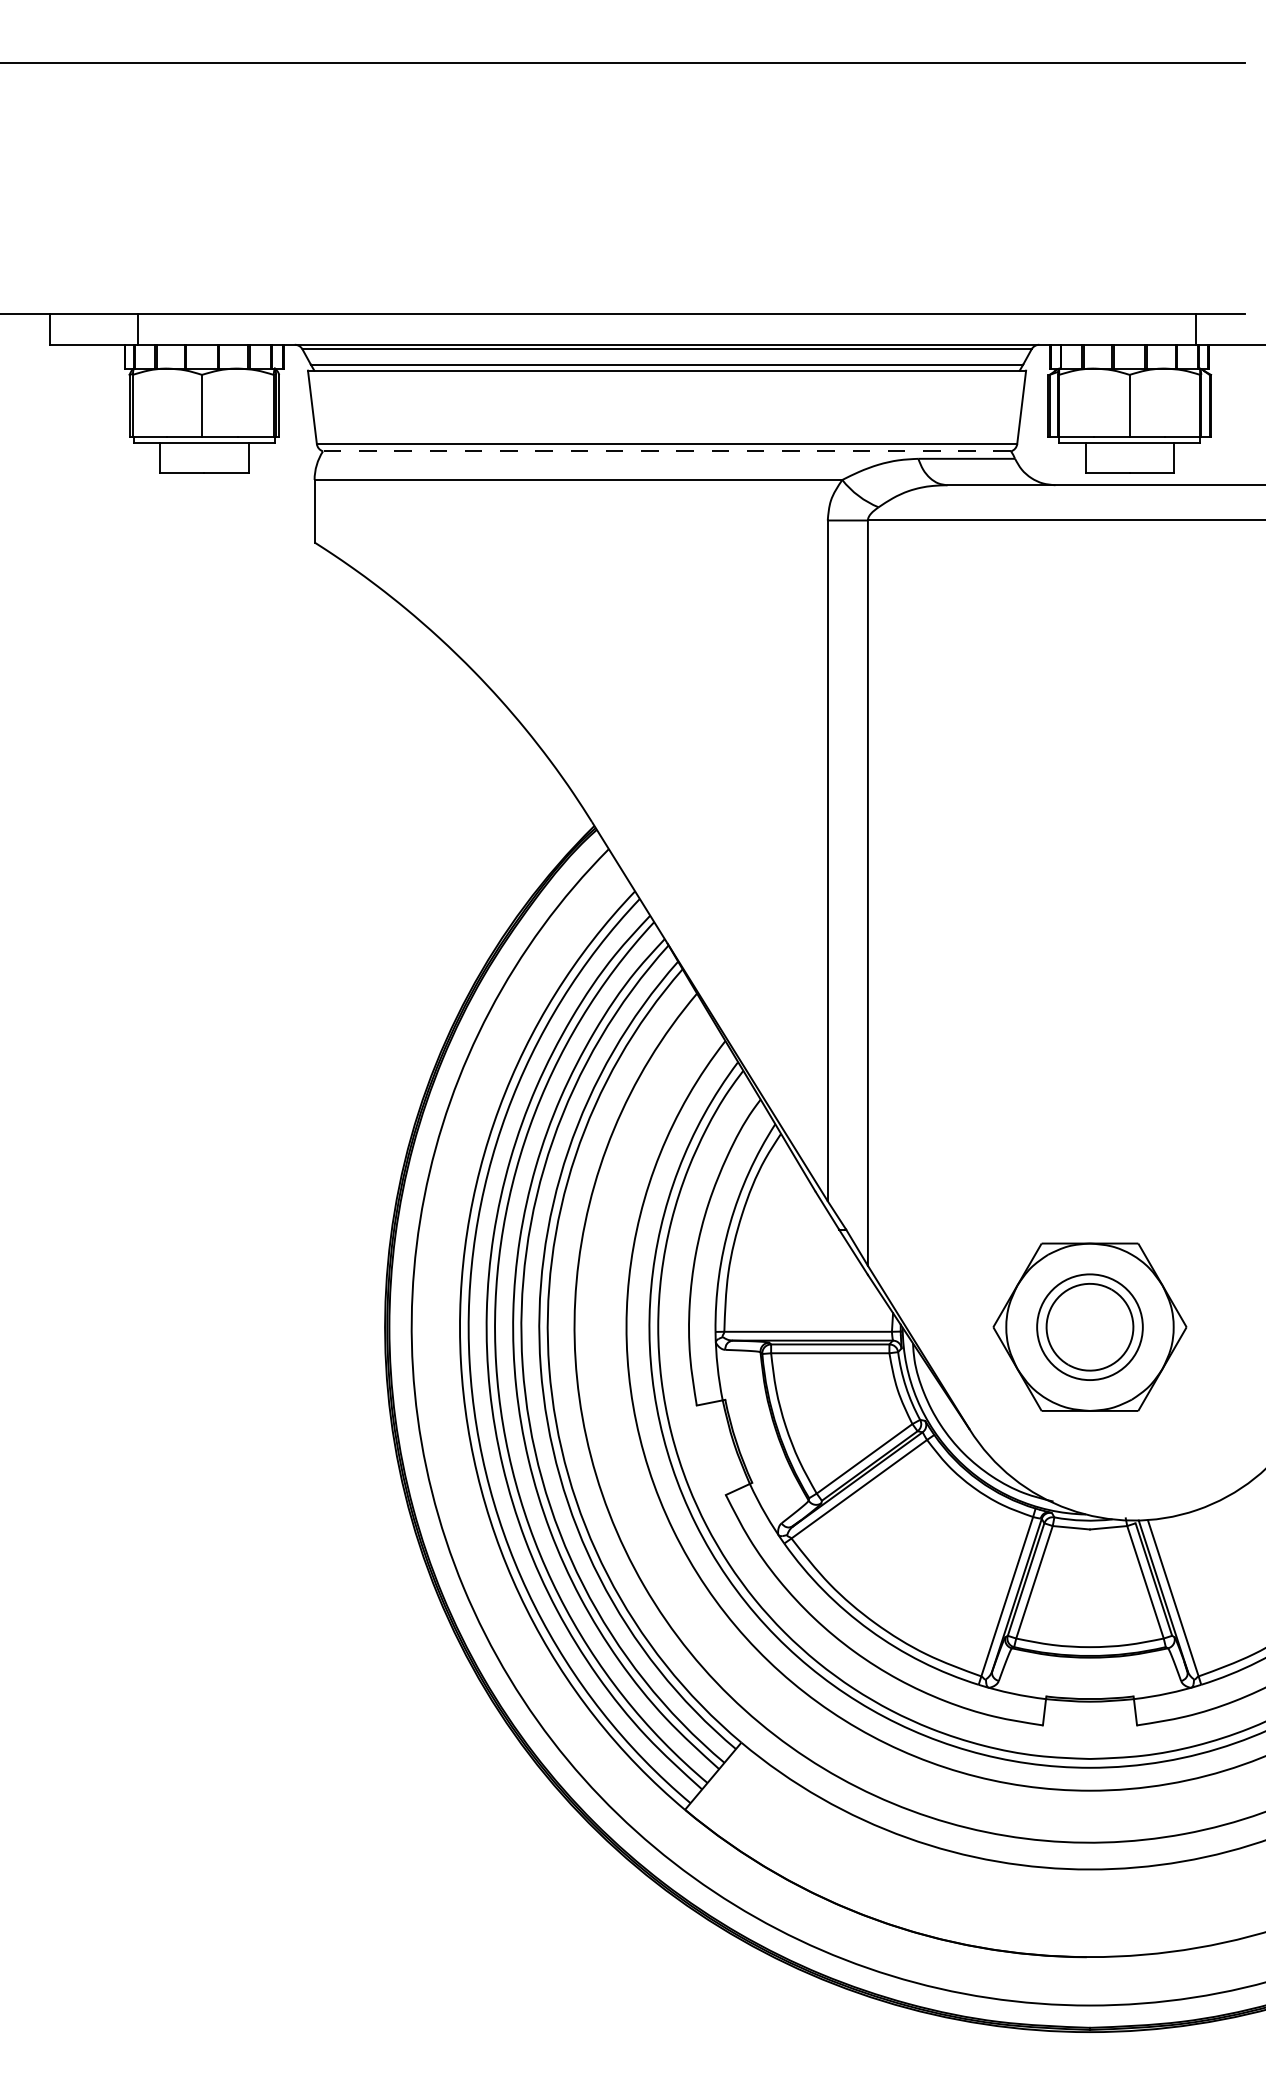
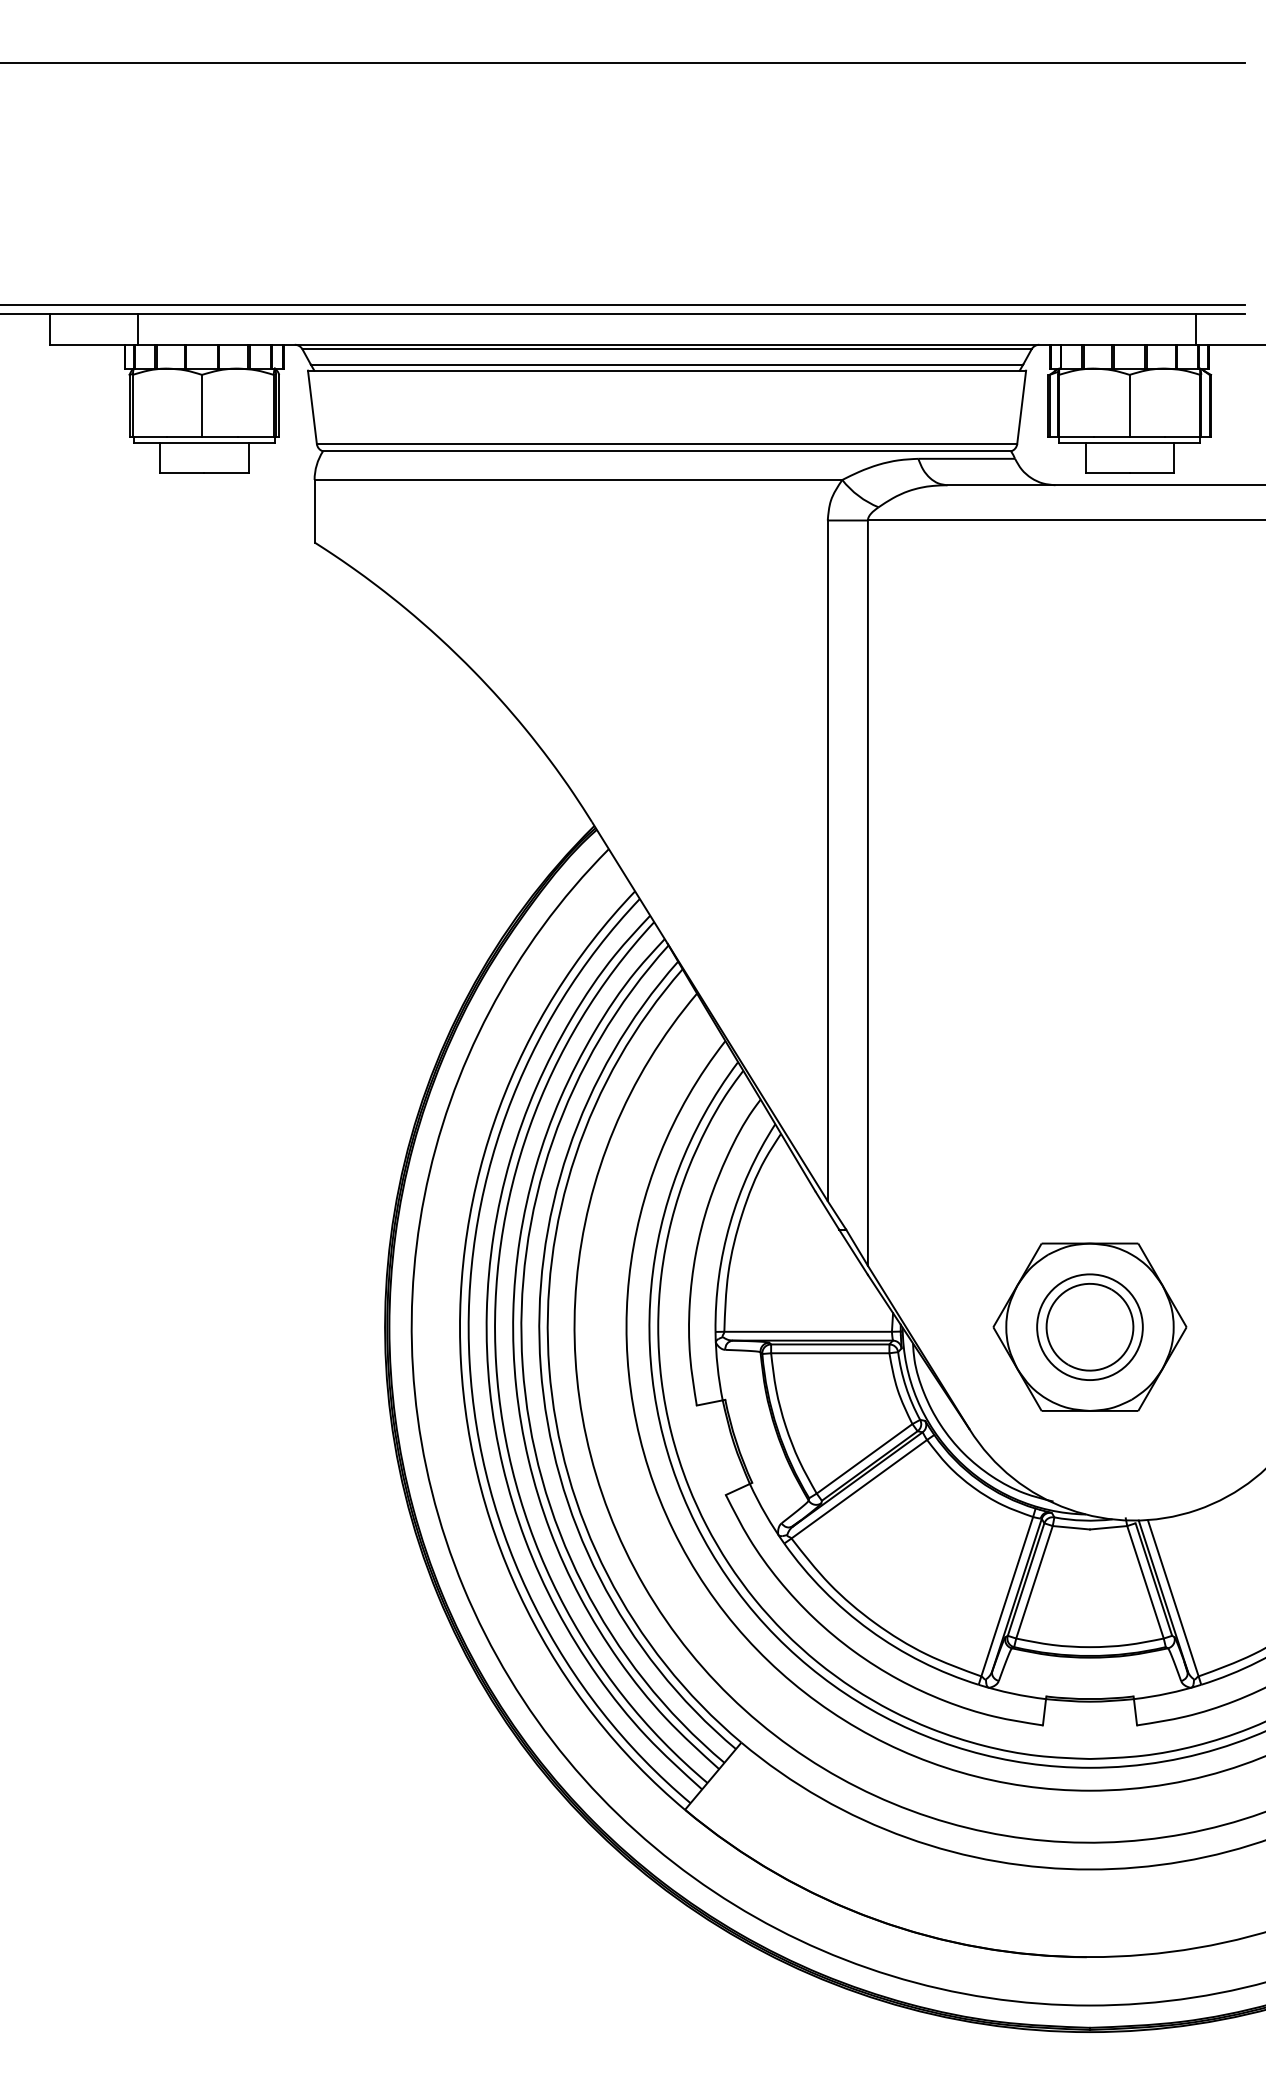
line at (623, 305): none -> present
line at (666, 451): dashed -> solid
